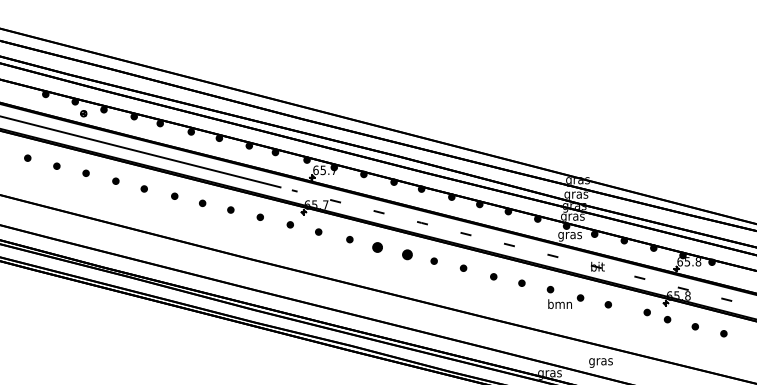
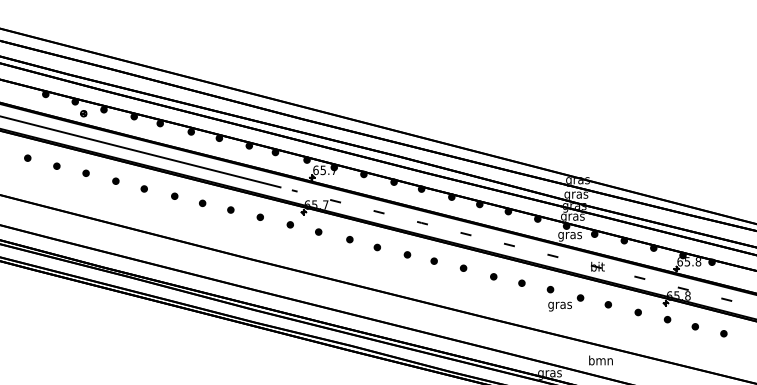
part at (377, 247) size: 11x11 px -> 8x9 px
part at (407, 254) size: 11x12 px -> 9x8 px
text at (559, 305): bmn -> gras
part at (646, 312) position: (646, 312) -> (637, 312)
text at (600, 361): gras -> bmn
